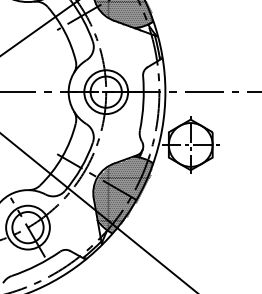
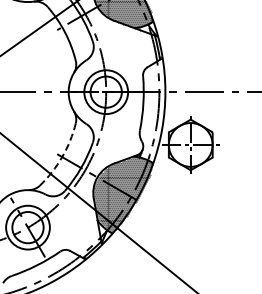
arc at (62, 157): solid -> dashed
